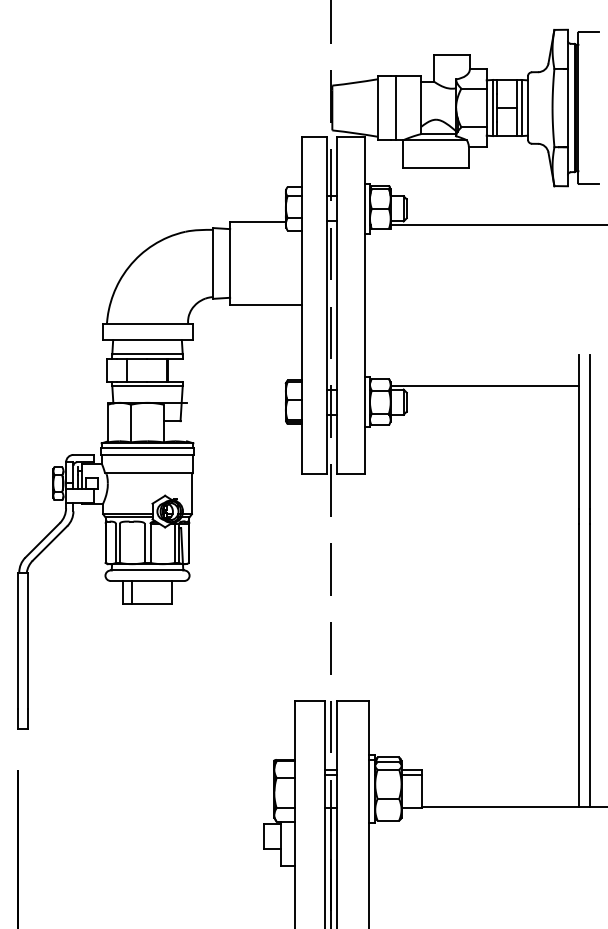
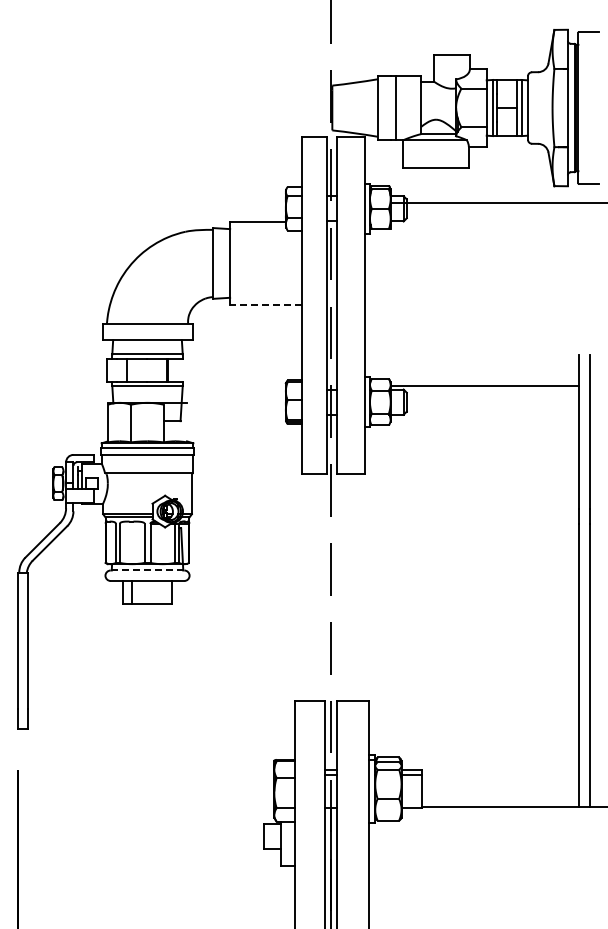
line at (497, 225) position: (497, 225) -> (497, 203)
line at (265, 305): solid -> dashed
line at (147, 570): solid -> dashed
